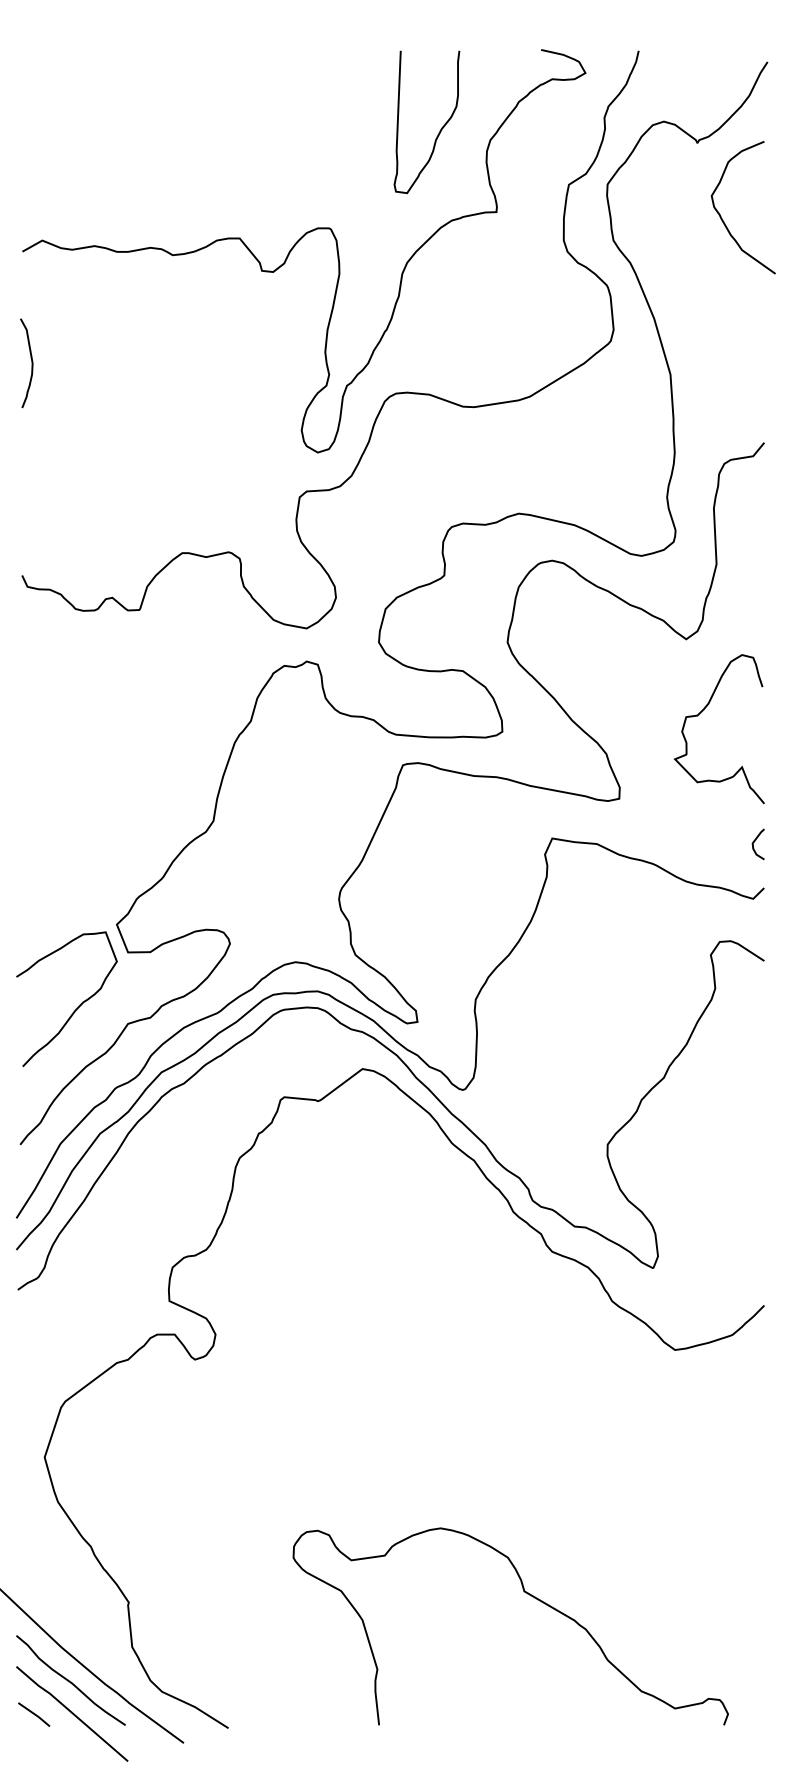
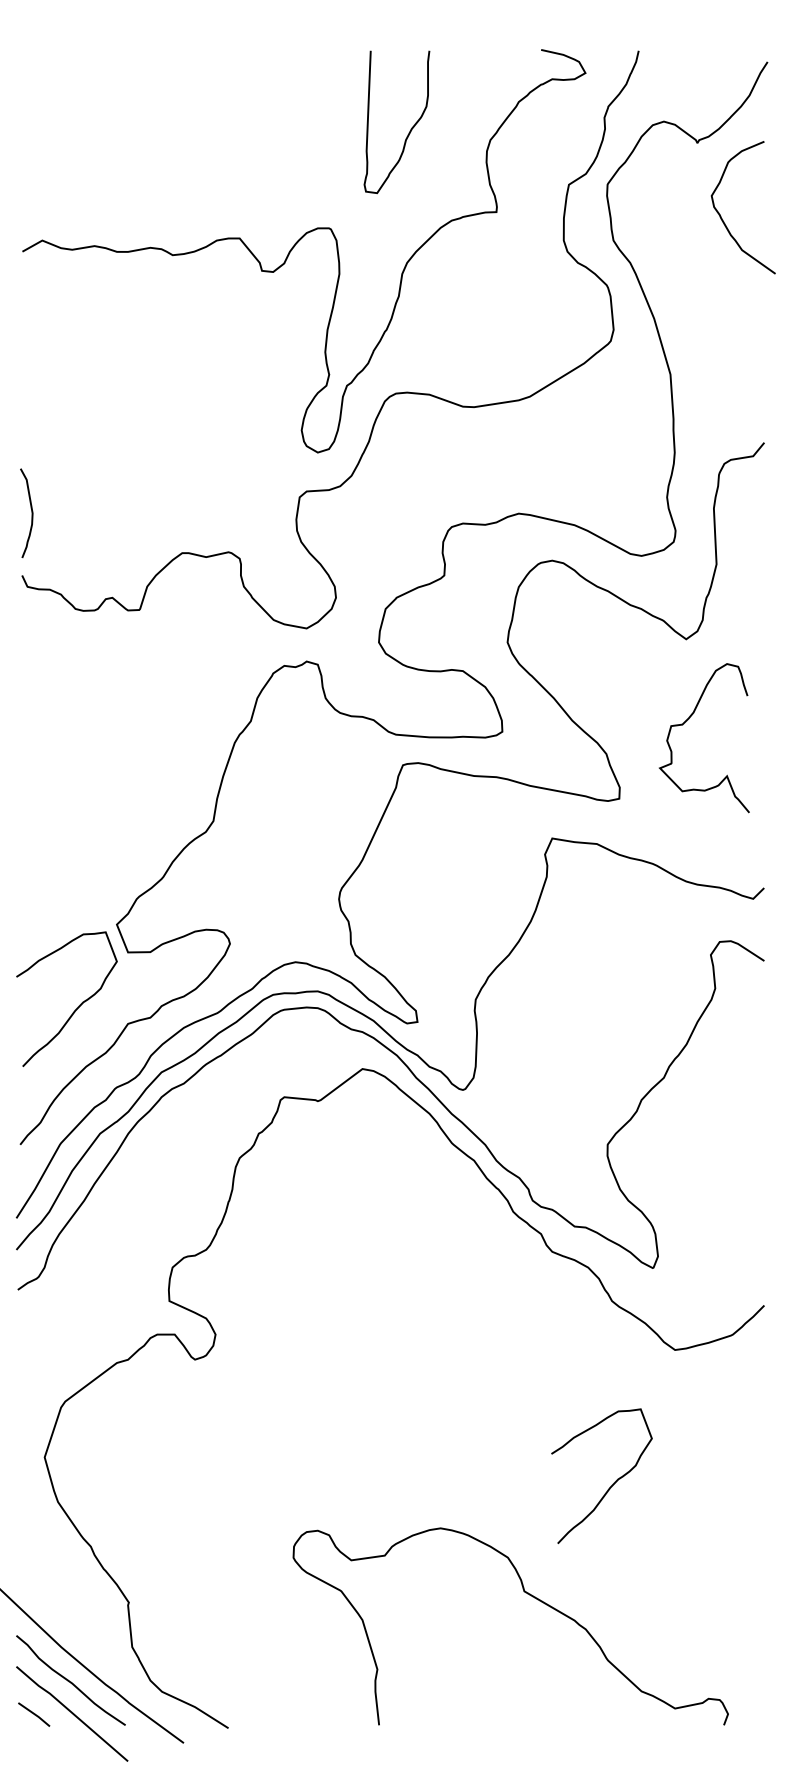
curve at (438, 132) position: (438, 132) -> (408, 132)
curve at (31, 363) position: (31, 363) -> (31, 513)
curve at (703, 711) position: (703, 711) -> (688, 720)
curve at (755, 841): present -> none
curve at (611, 1485): none -> present
